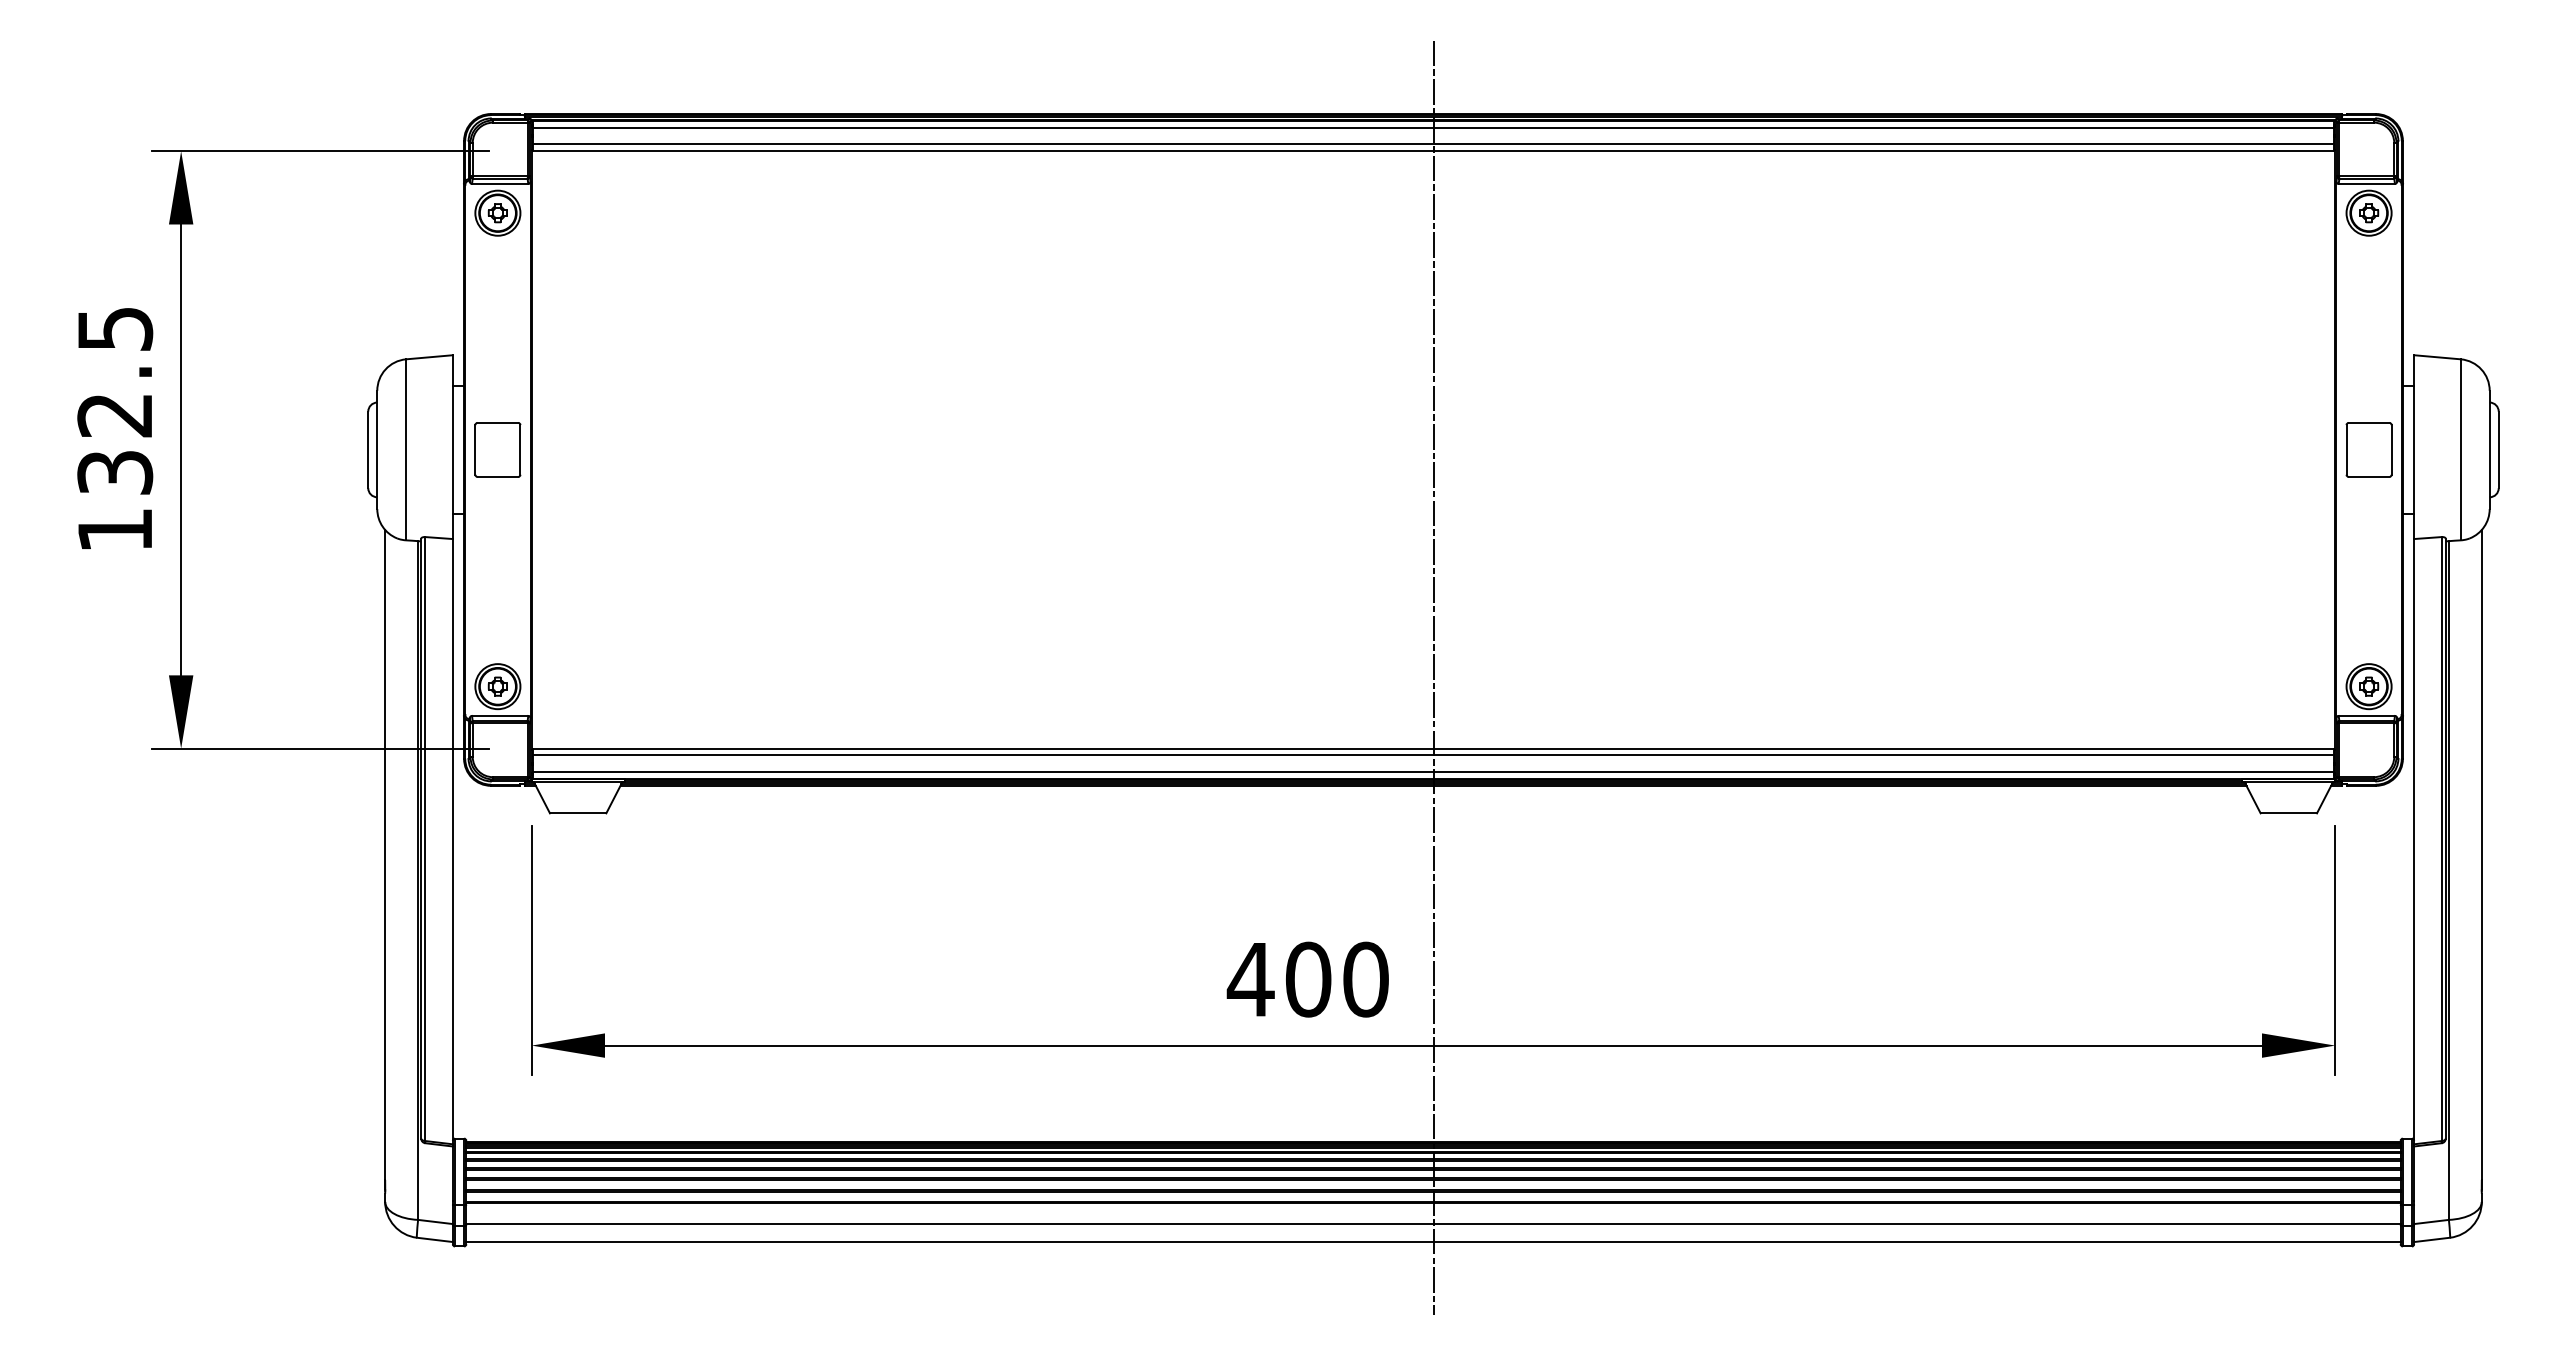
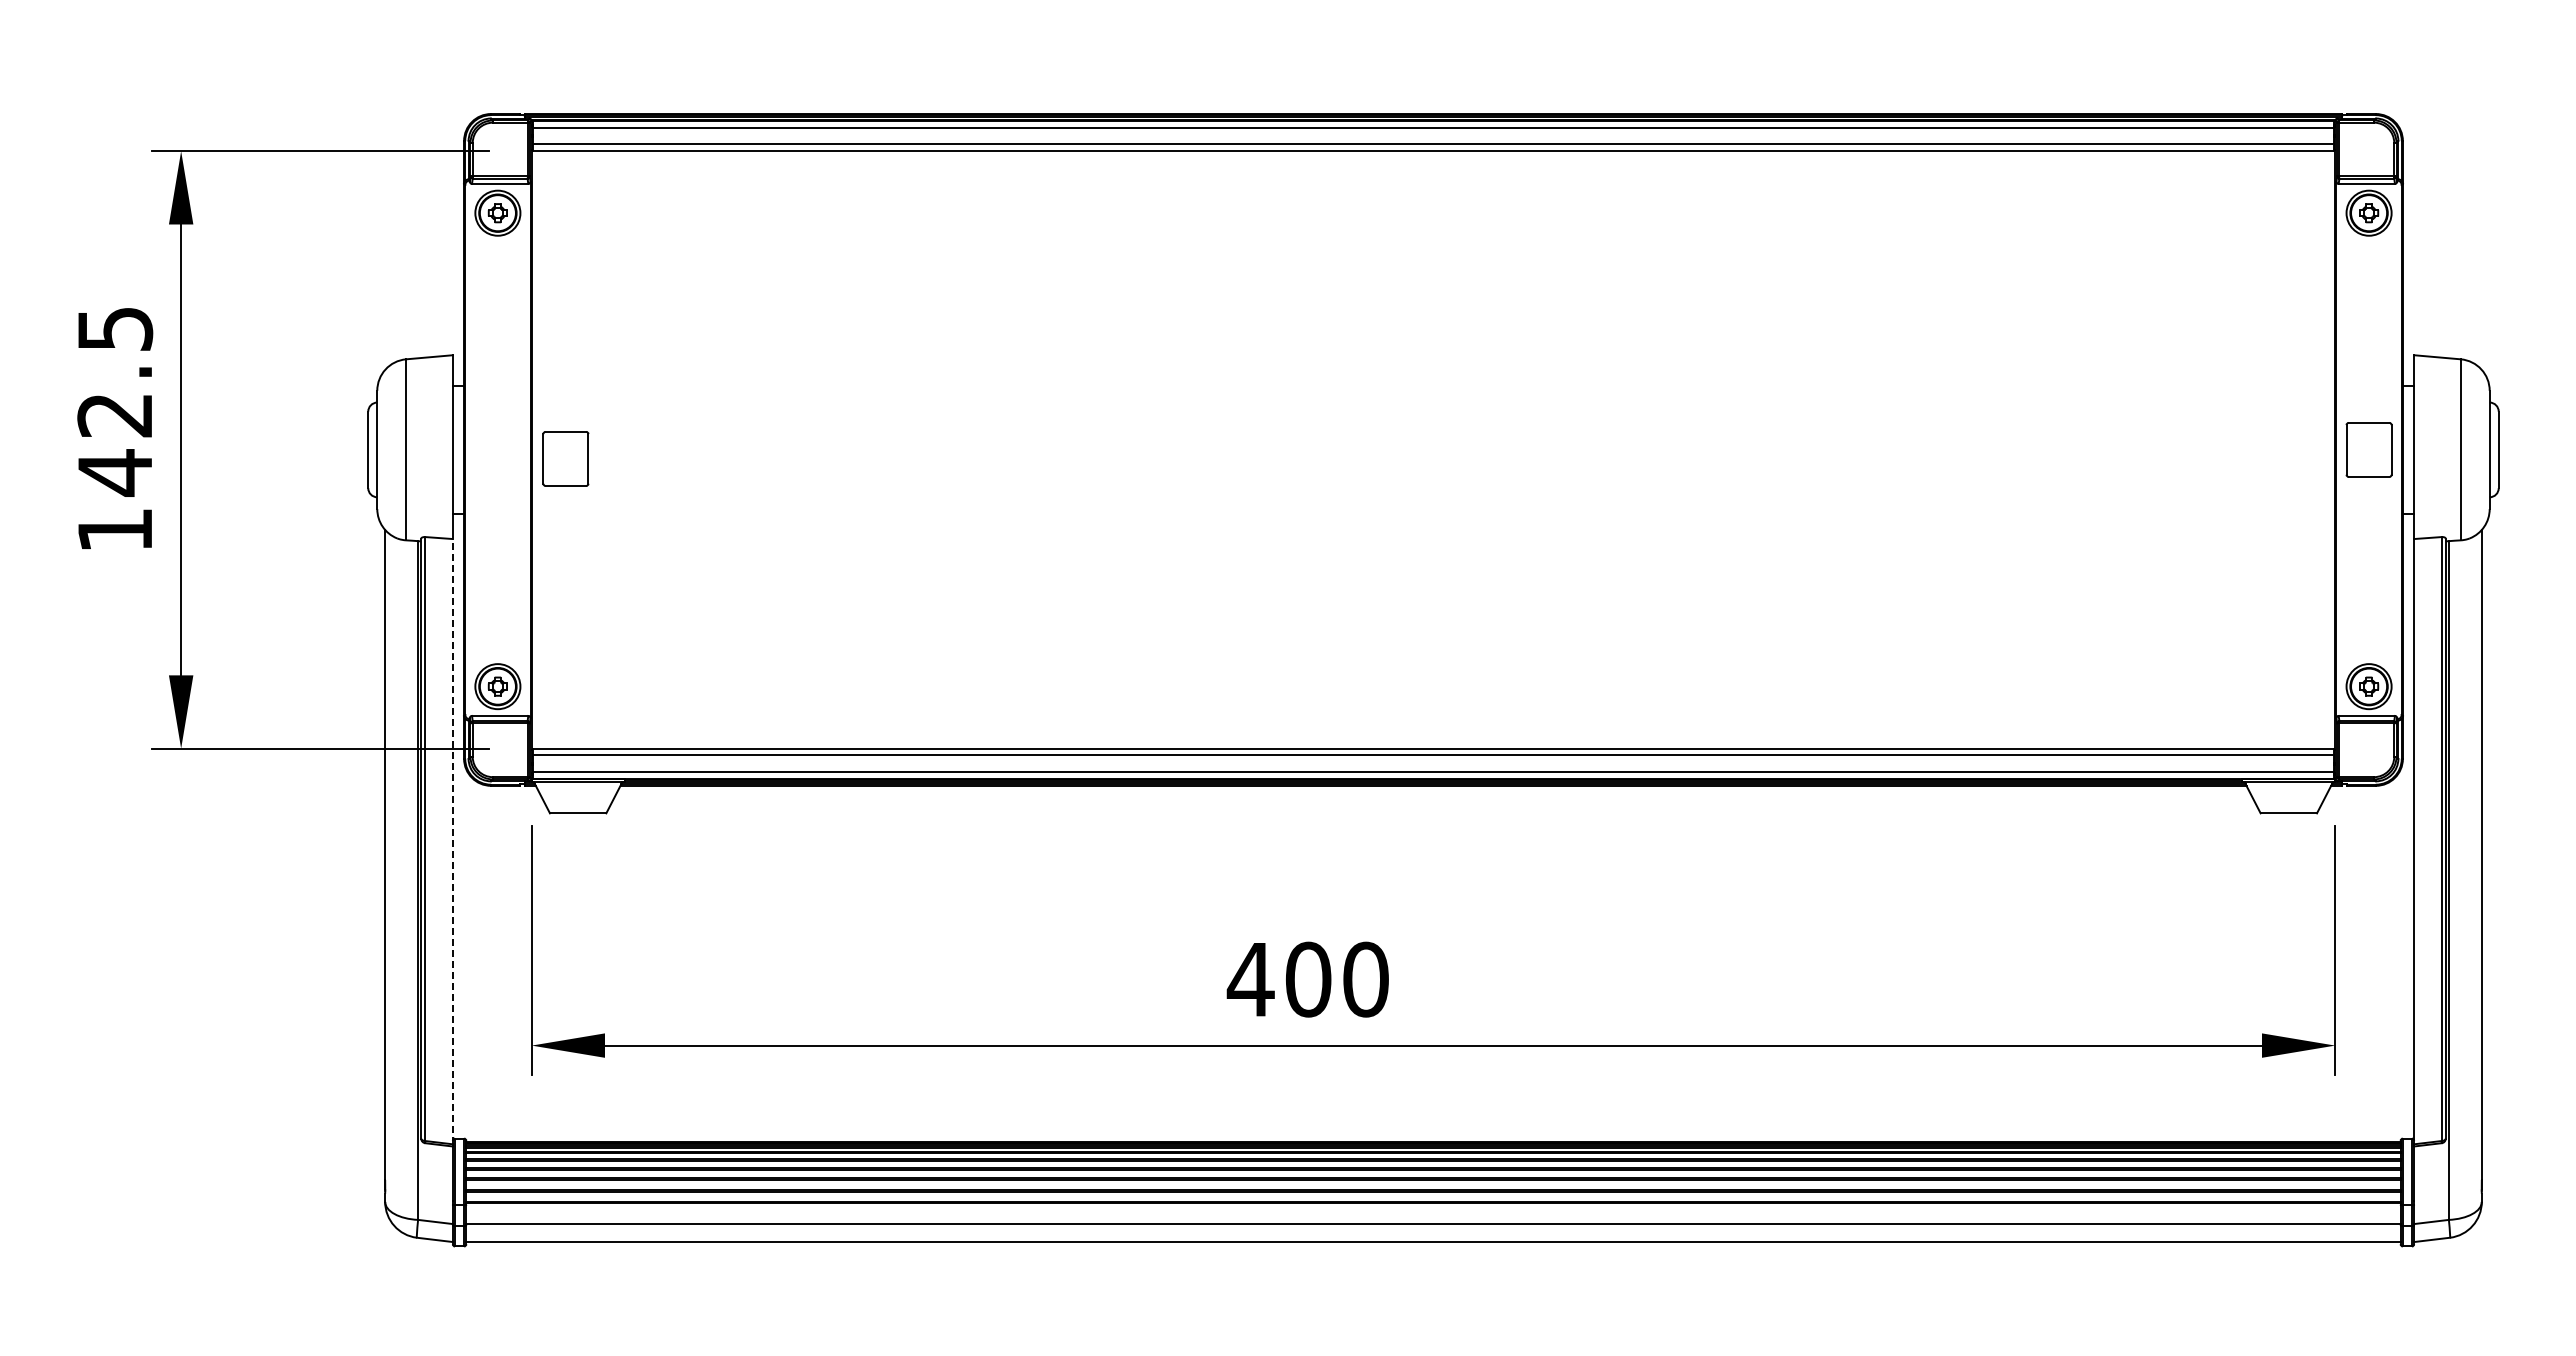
part at (497, 449) position: (497, 449) -> (565, 458)
text at (115, 472): 132.5 -> 142.5
line at (1433, 677): present -> none
line at (452, 841): solid -> dashed
